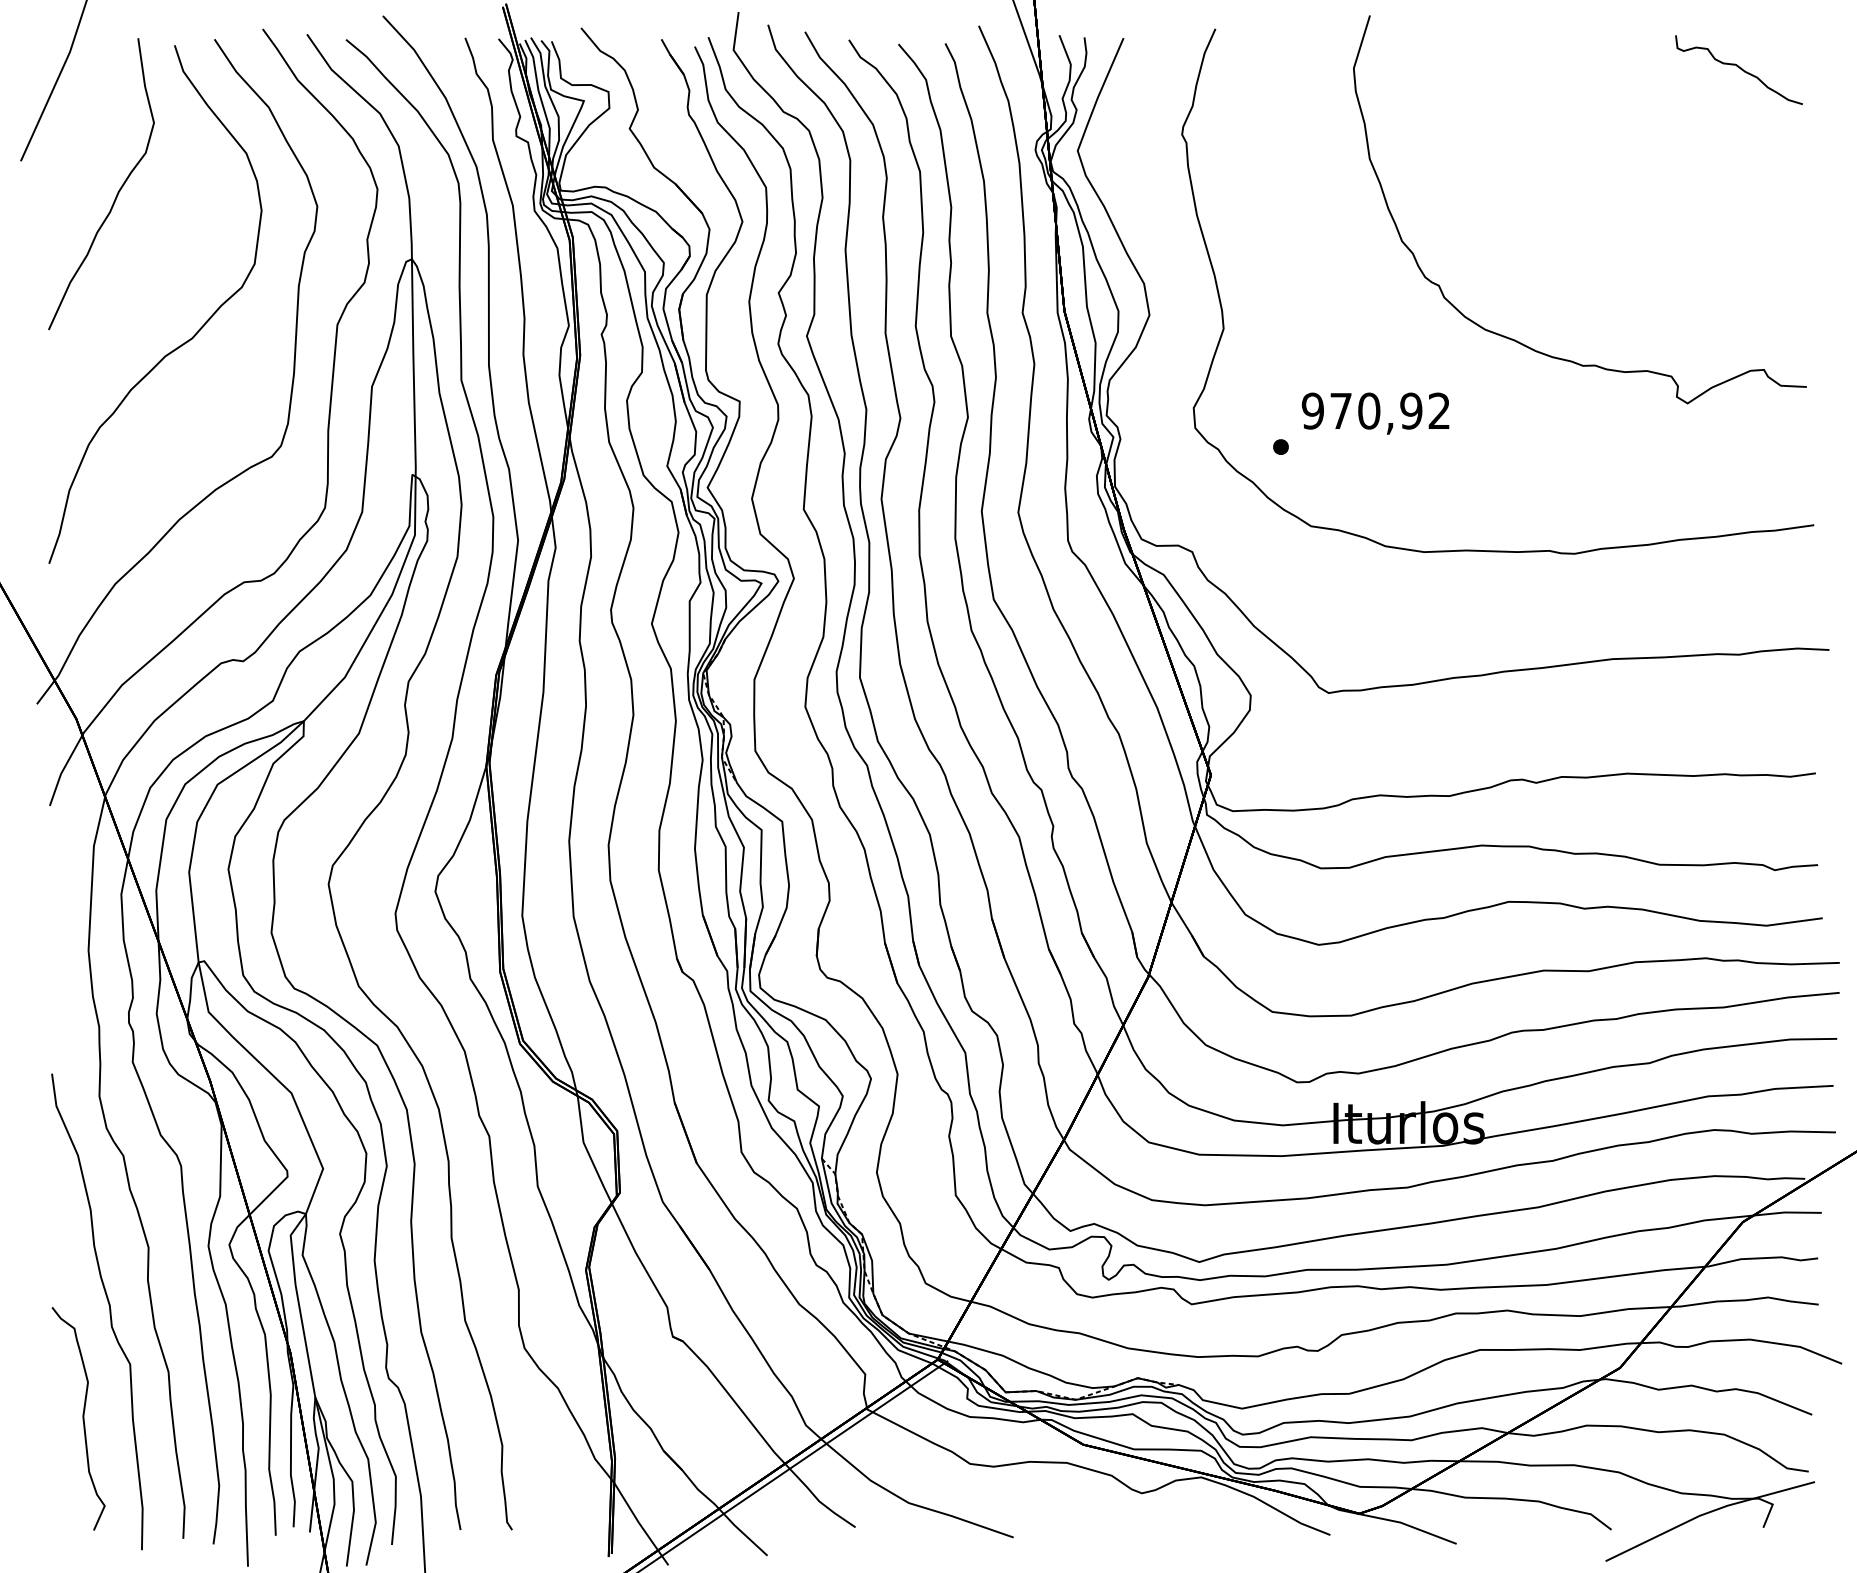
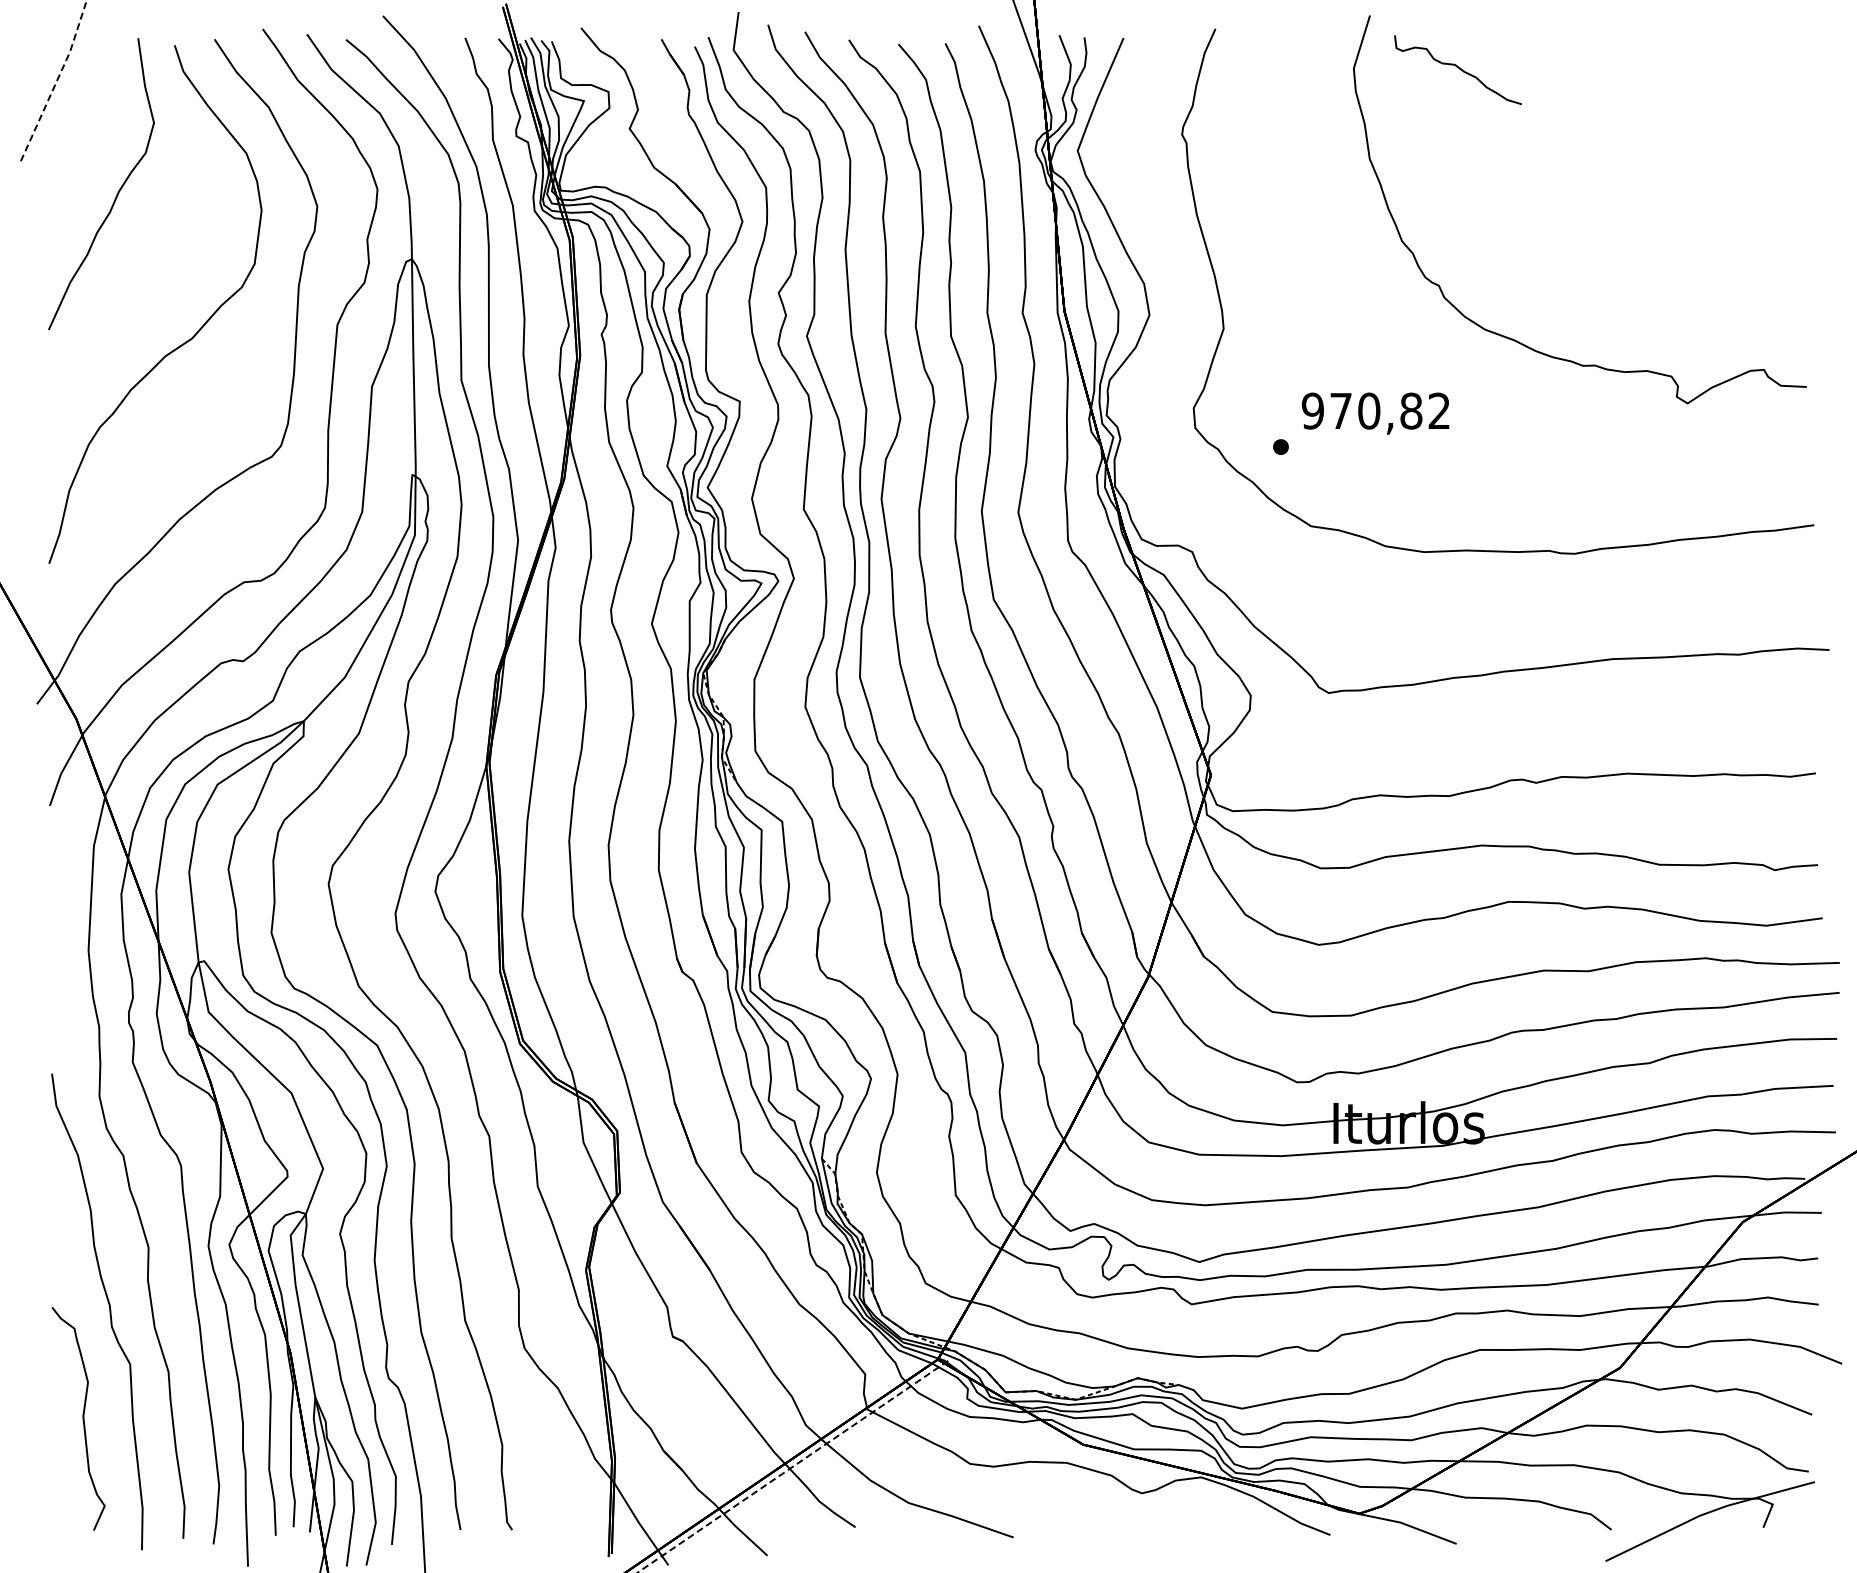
curve at (1739, 68) position: (1739, 68) -> (1458, 68)
line at (56, 81): solid -> dashed
text at (1411, 410): 970,92 -> 970,82
line at (793, 1466): solid -> dashed
